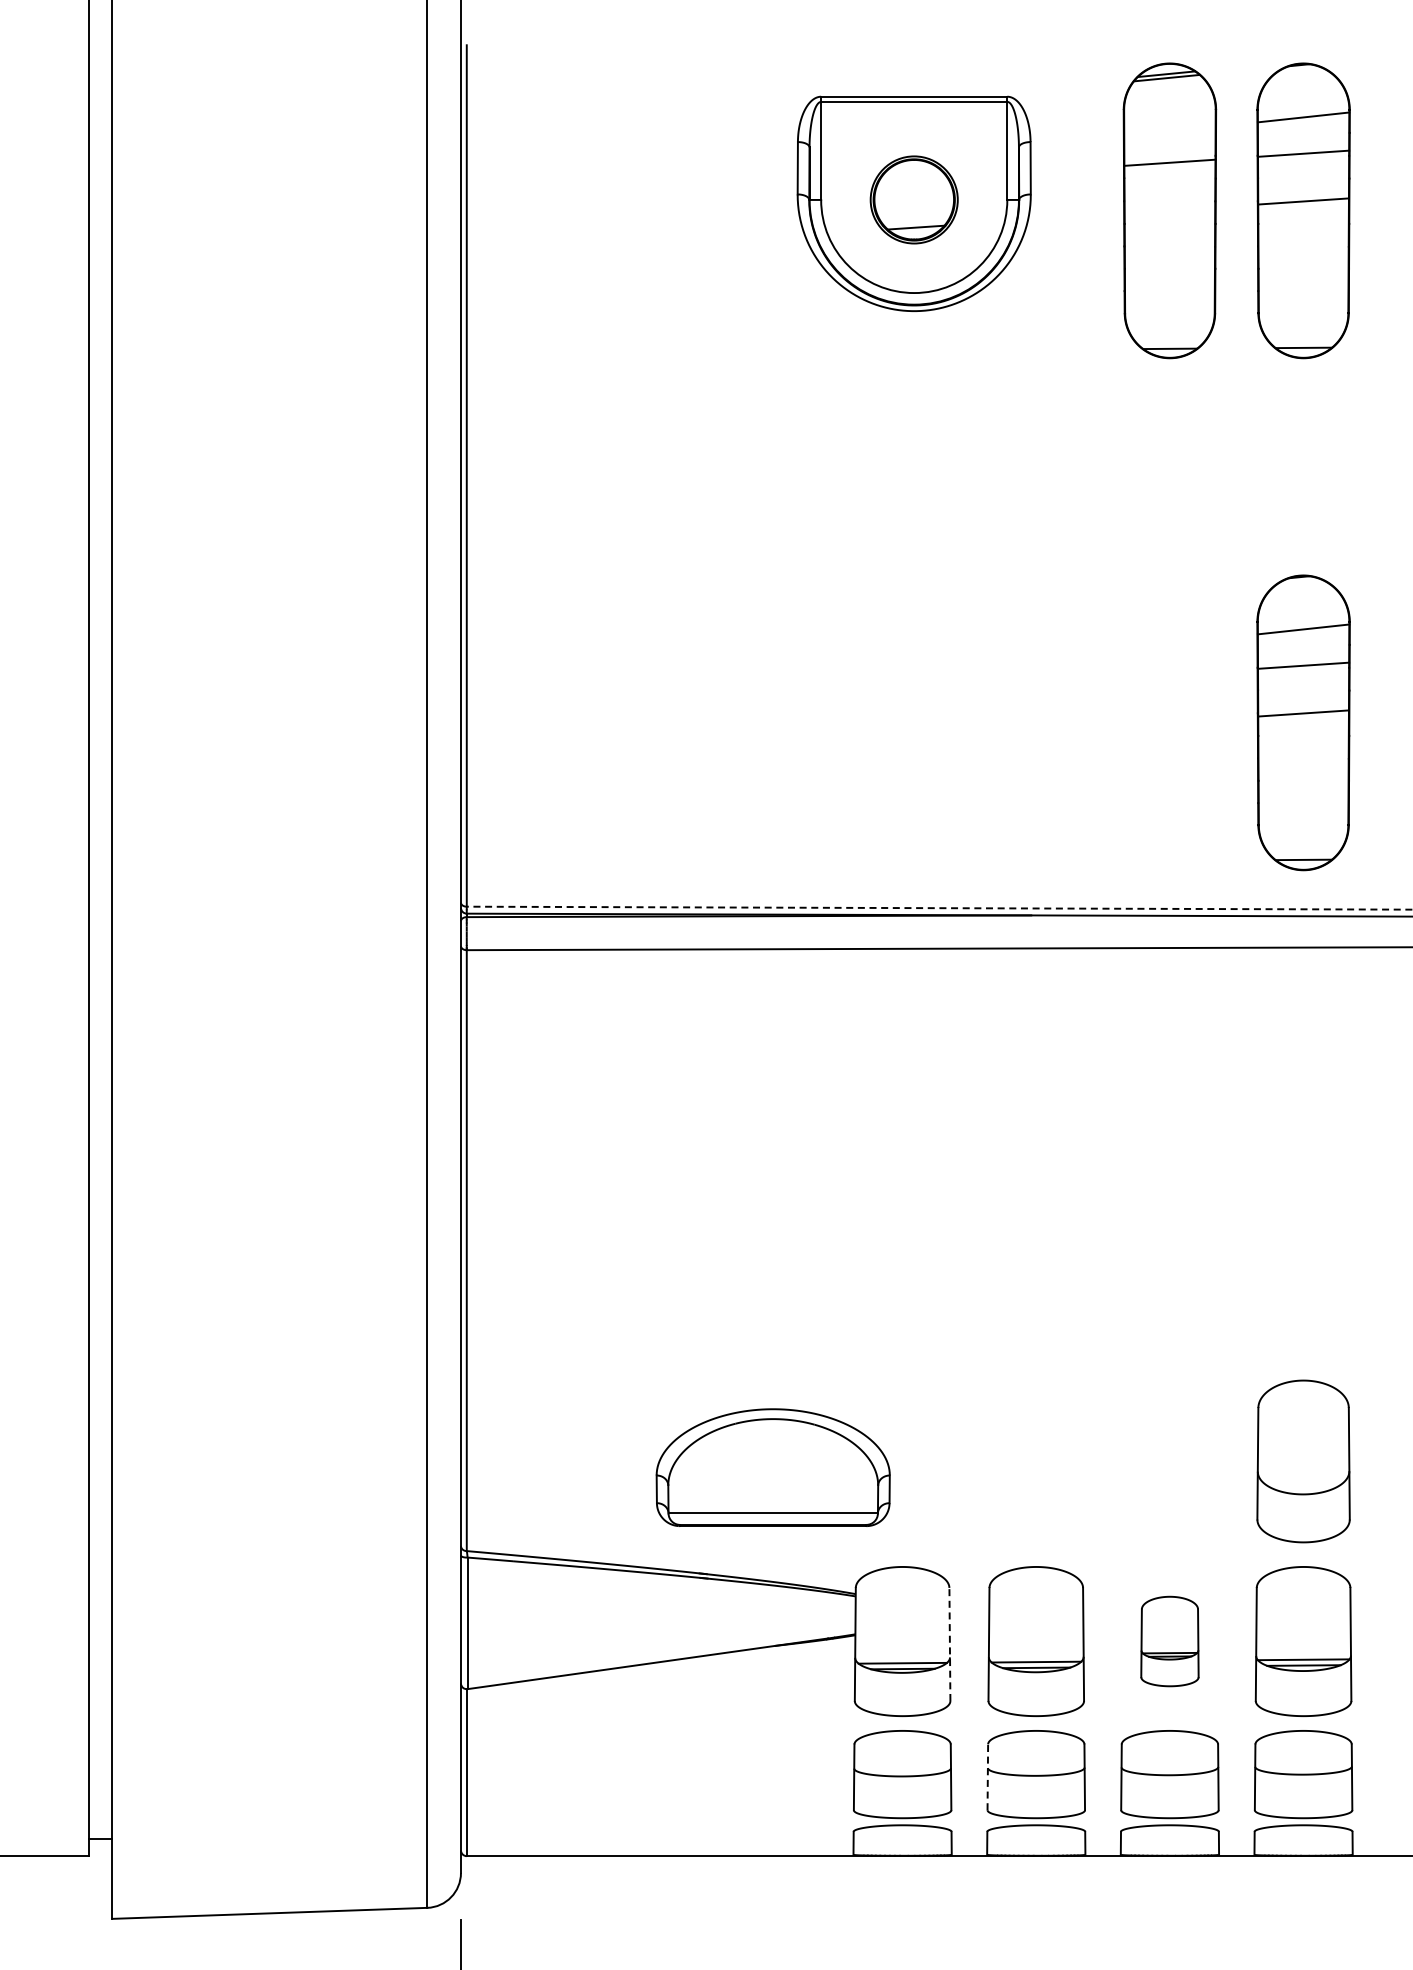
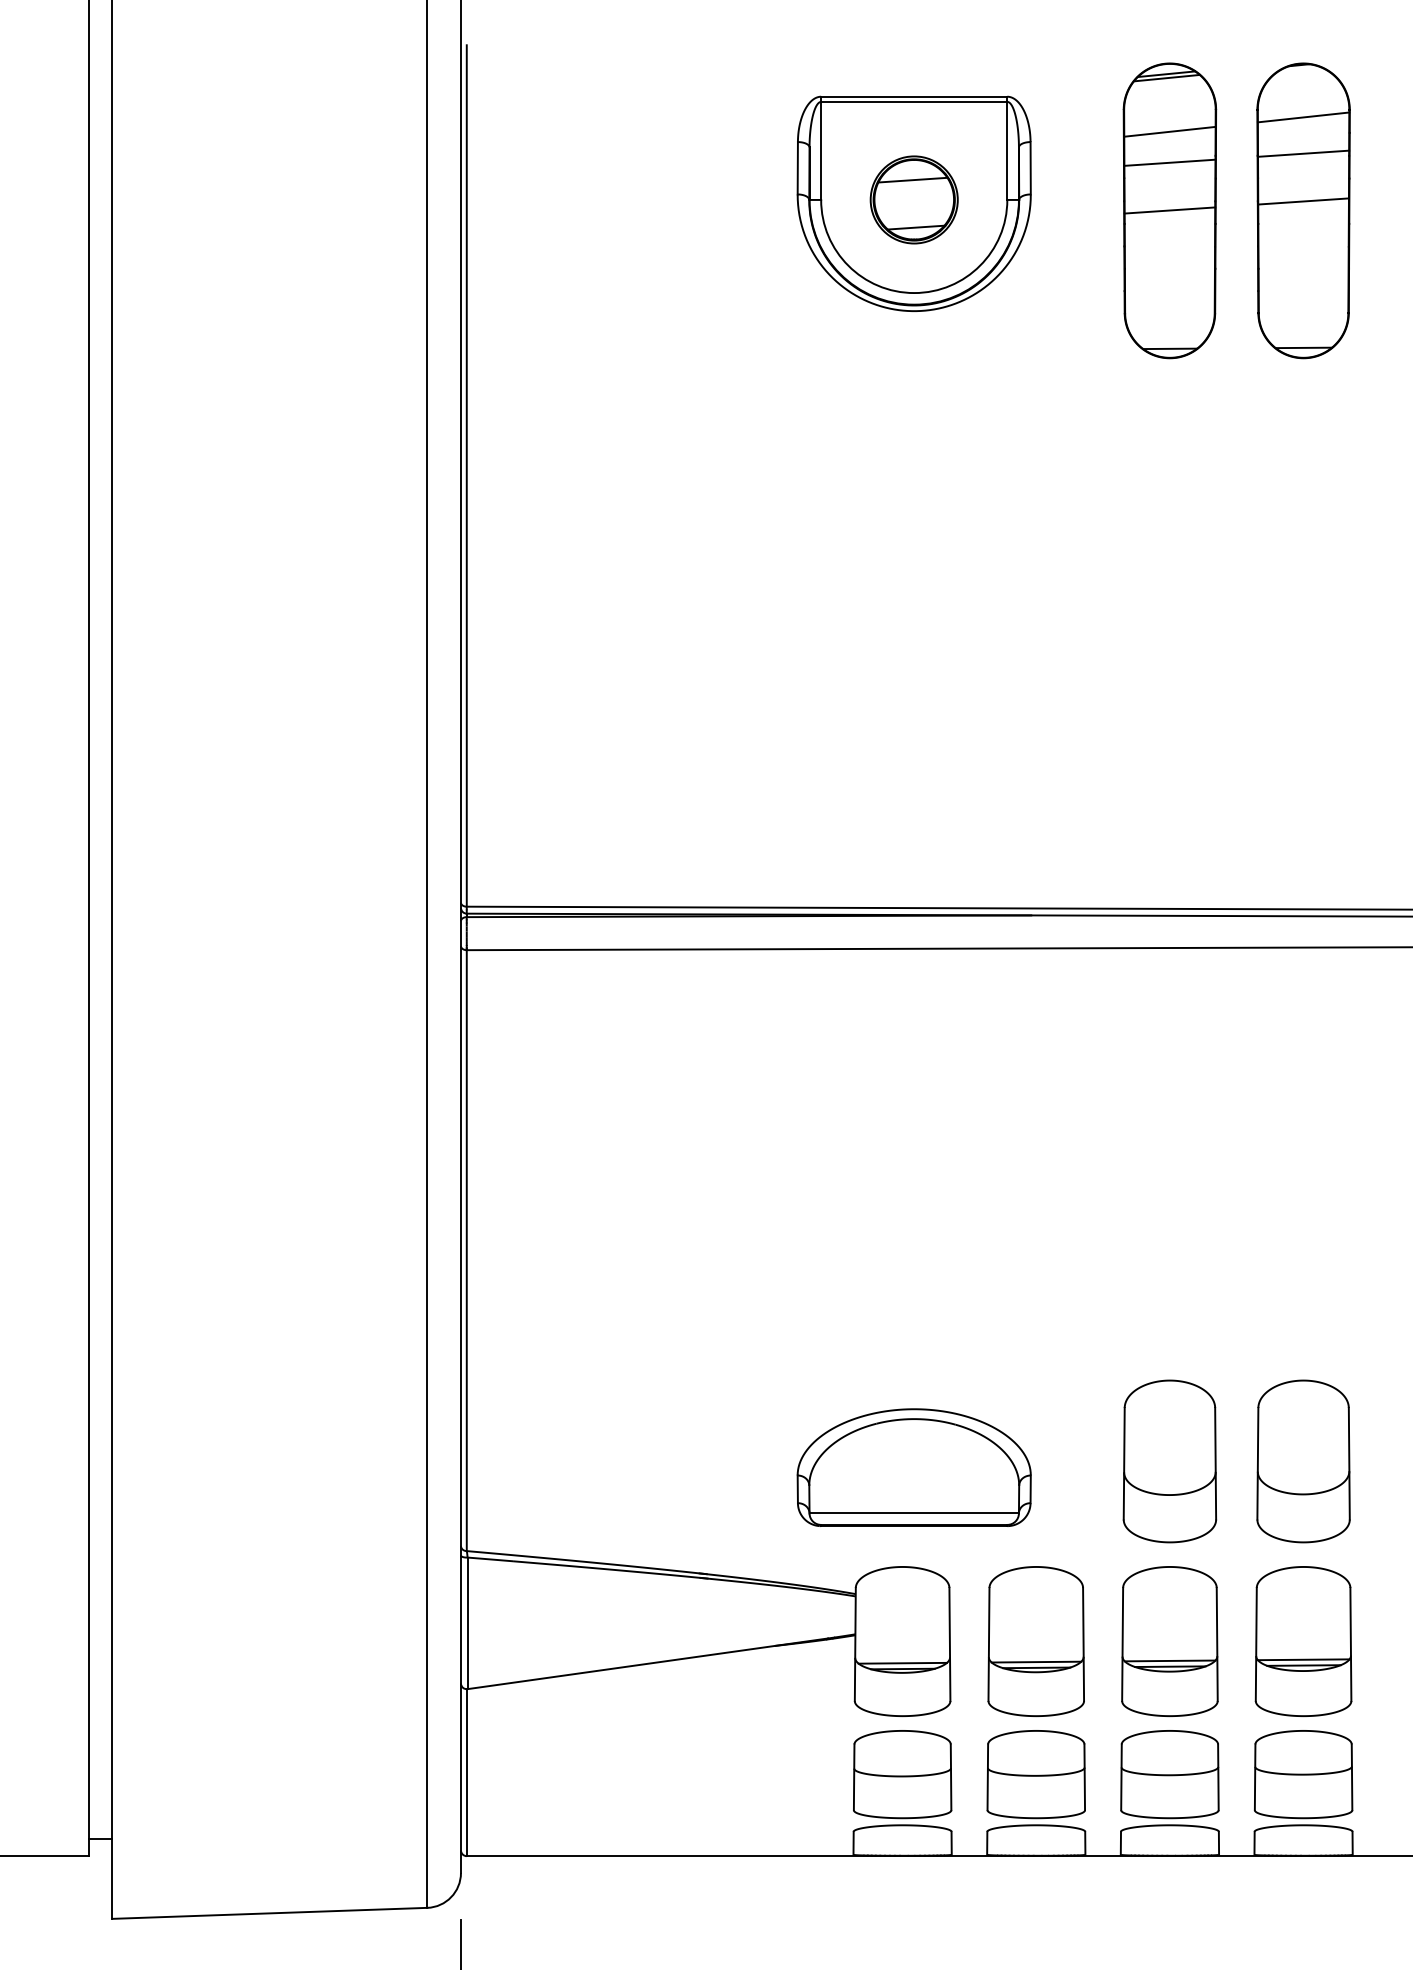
line at (1169, 131): none -> present
line at (912, 179): none -> present
line at (1169, 210): none -> present
part at (1303, 722): present -> none
line at (939, 908): dashed -> solid
part at (1169, 1461): none -> present
part at (772, 1467) position: (772, 1467) -> (913, 1467)
part at (1169, 1641) size: 60x93 px -> 98x151 px
line at (949, 1644): dashed -> solid
line at (987, 1777): dashed -> solid
